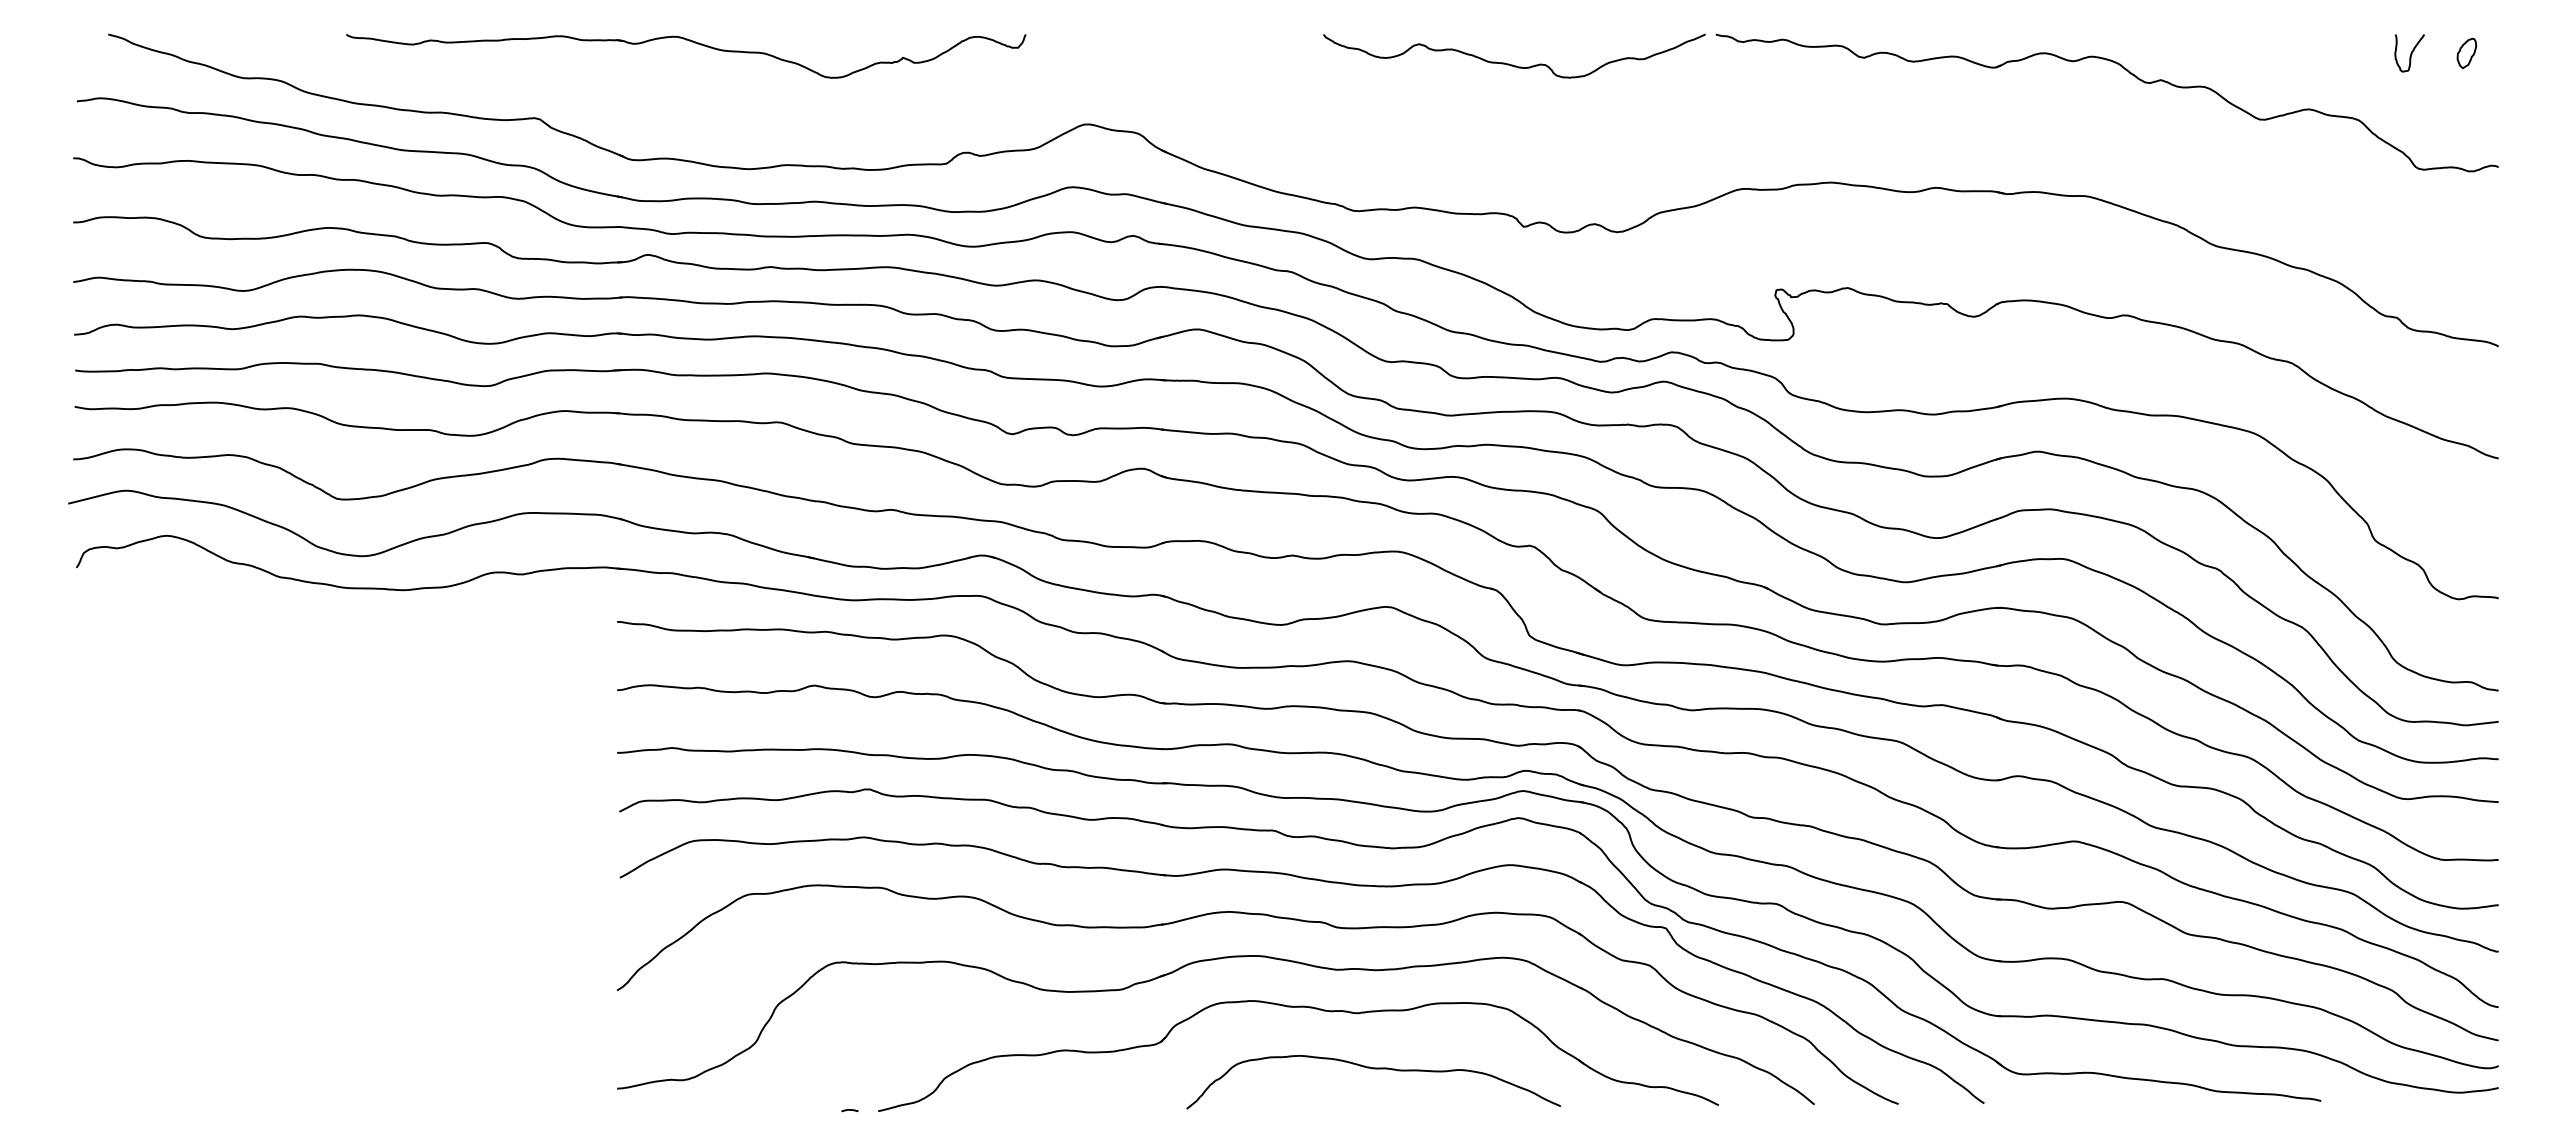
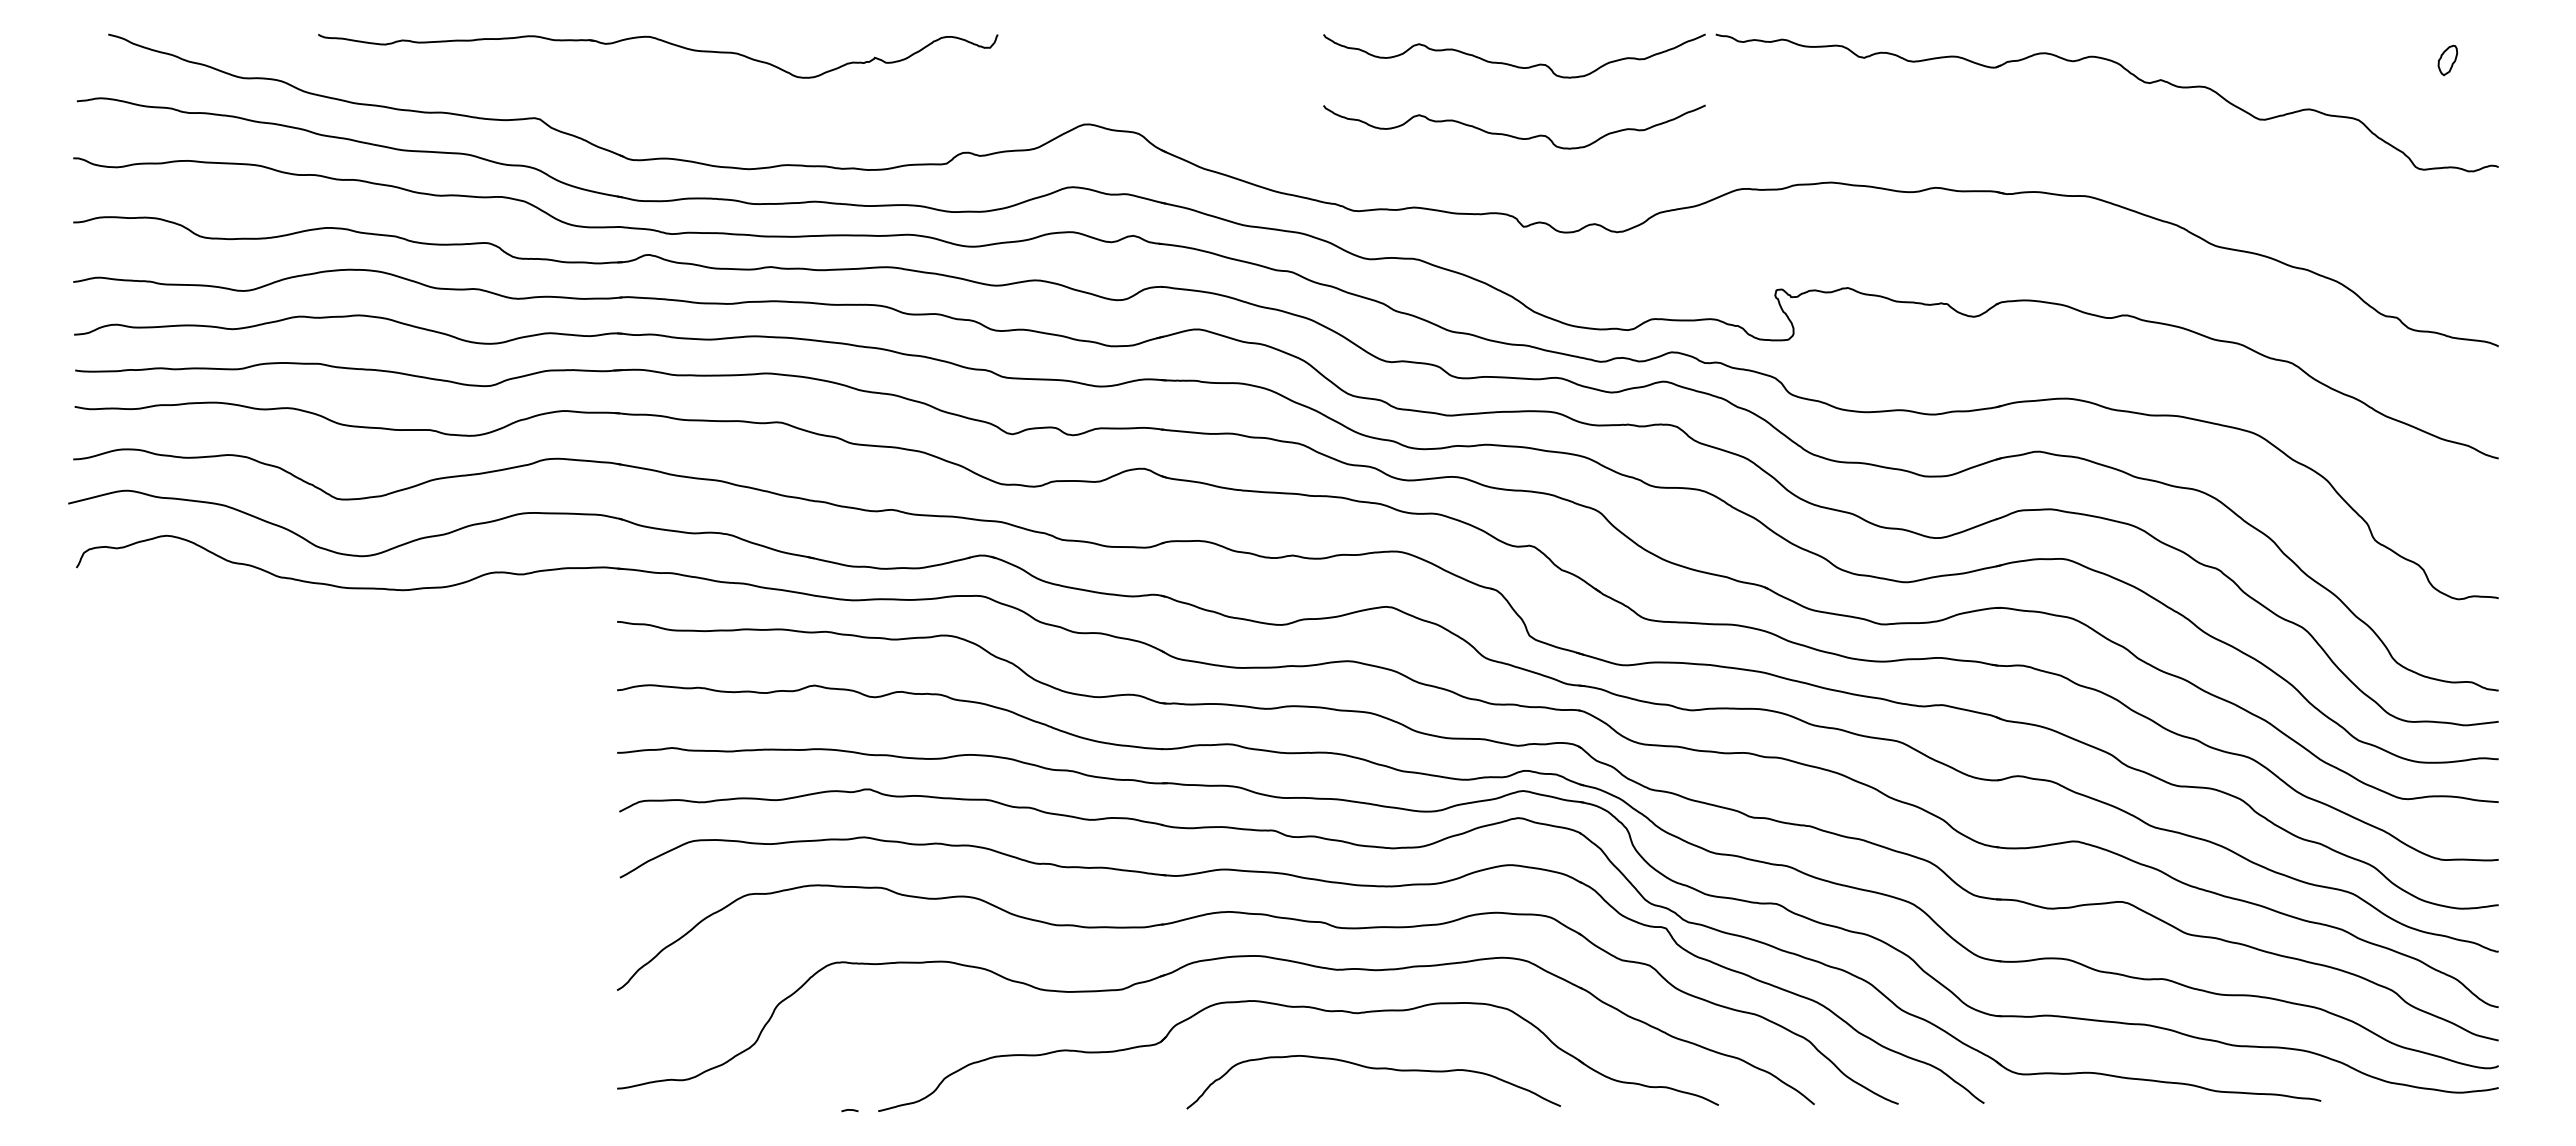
part at (692, 42) position: (692, 42) -> (664, 42)
part at (2466, 52) position: (2466, 52) -> (2447, 59)
curve at (2410, 53): present -> none
curve at (1512, 135): none -> present
